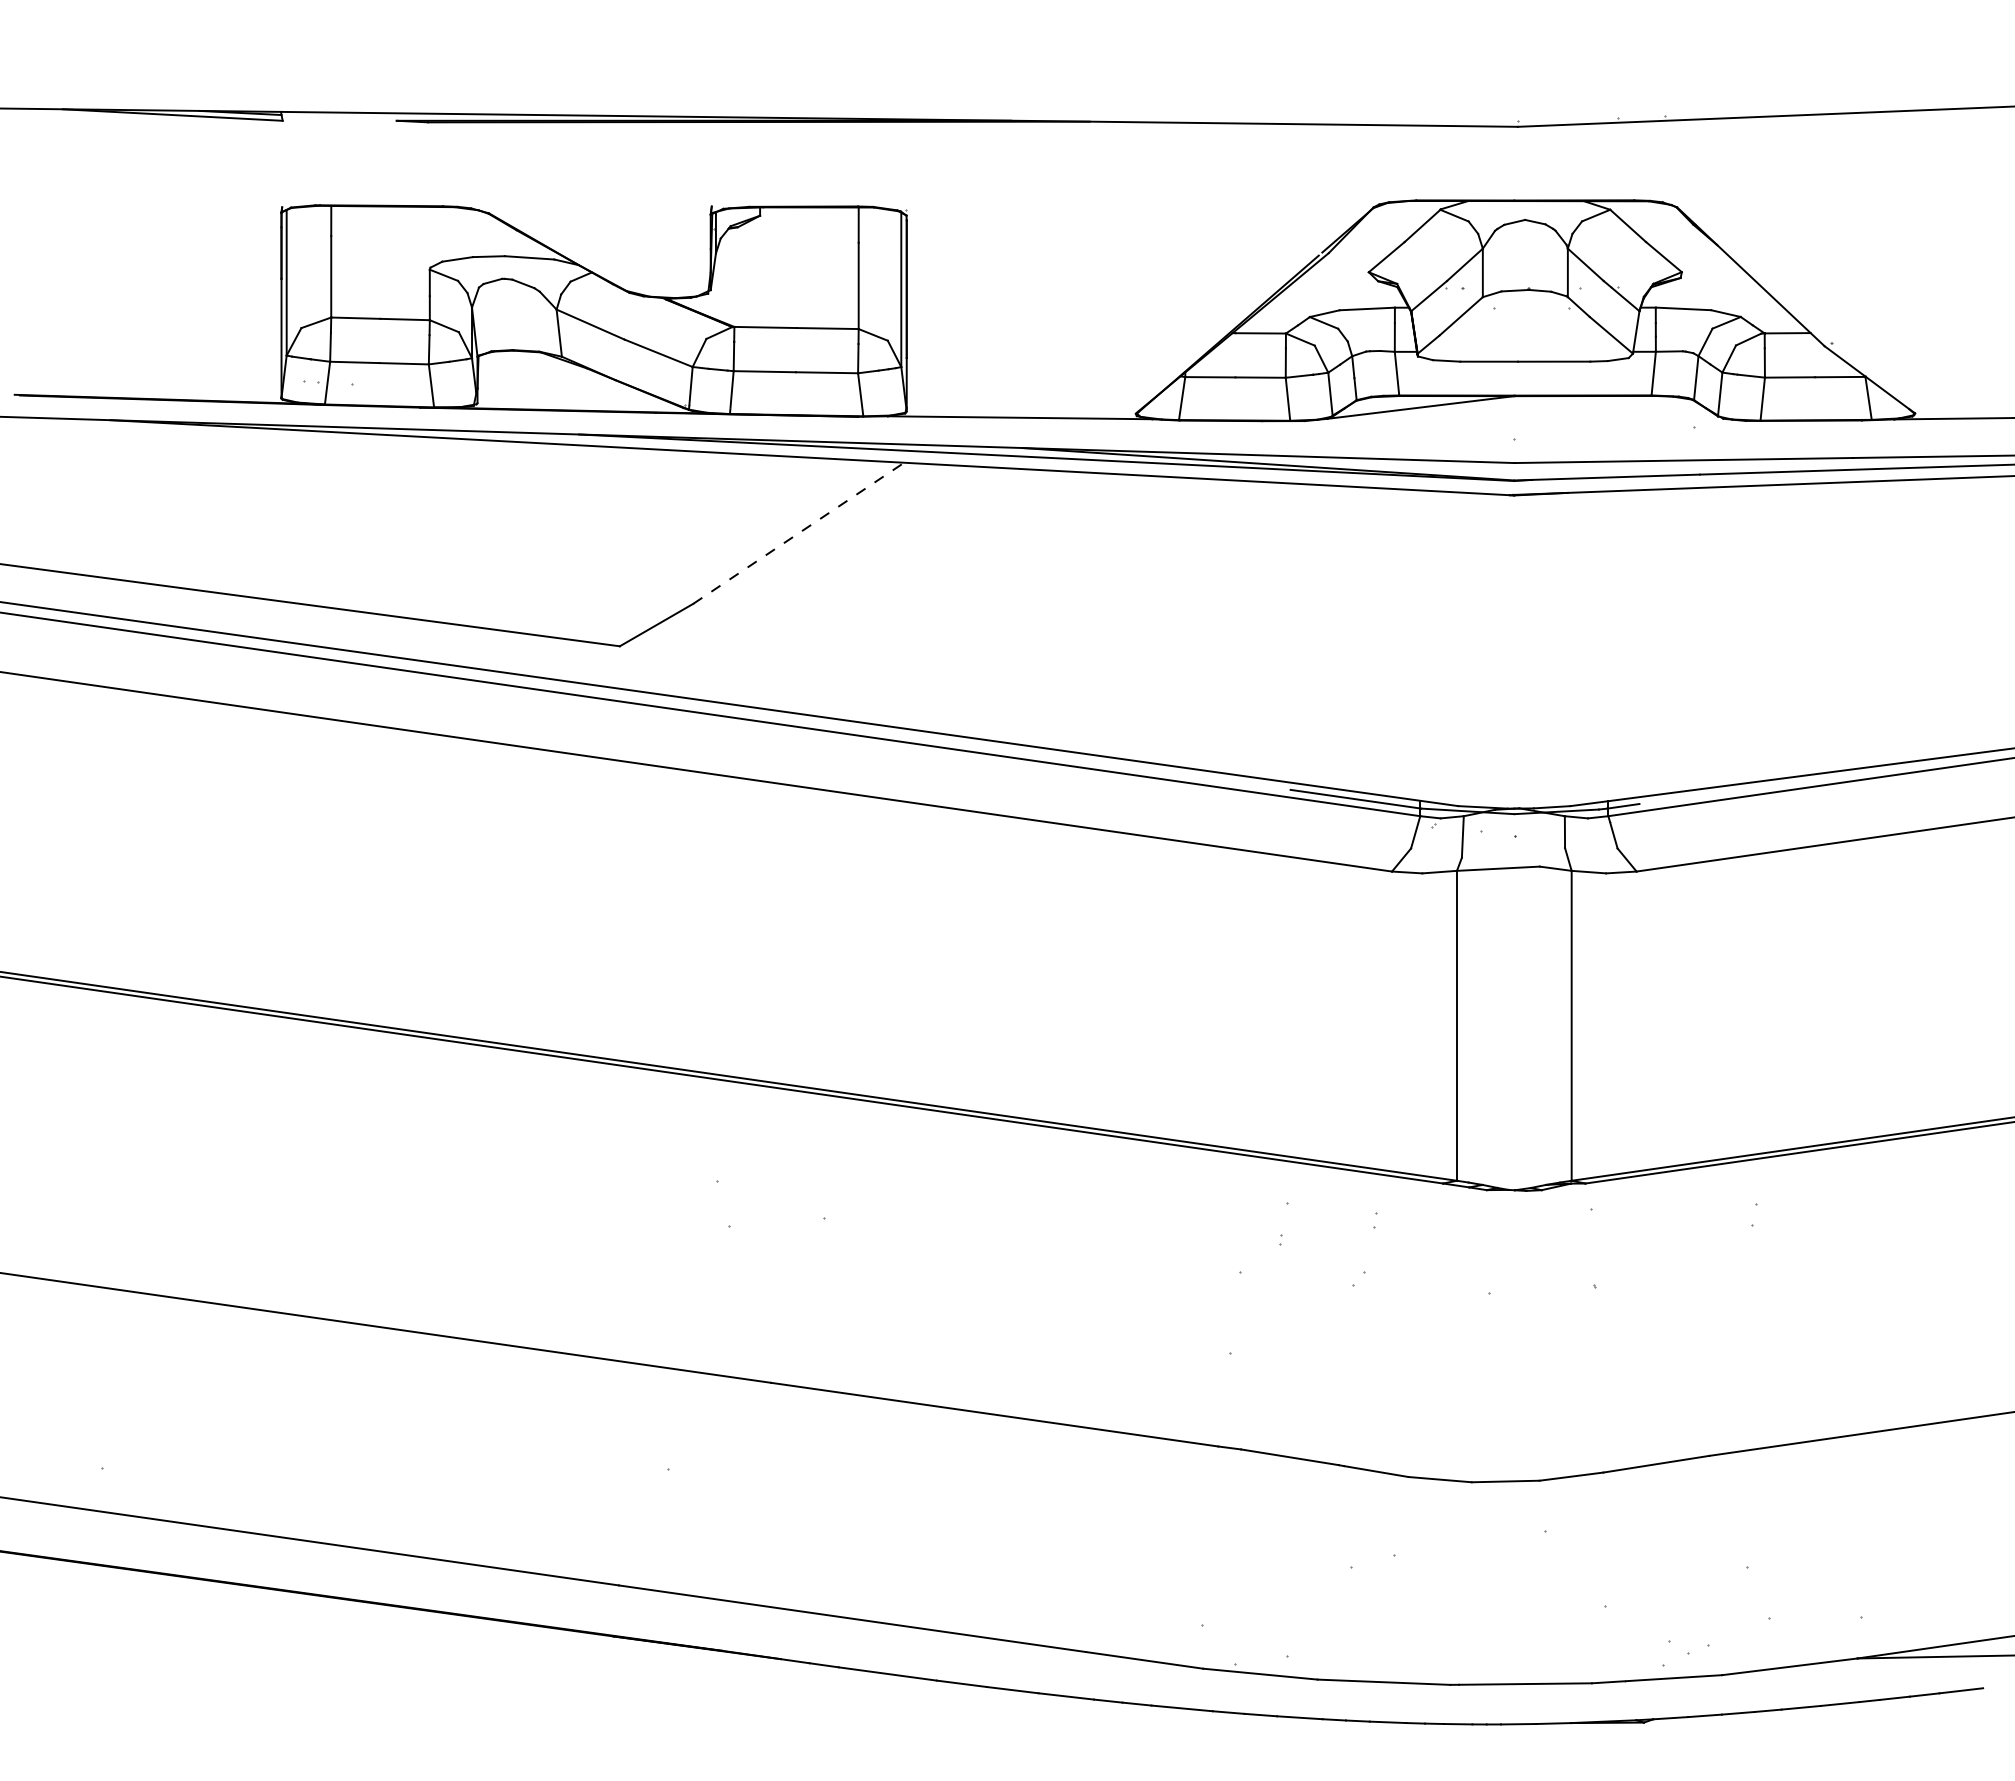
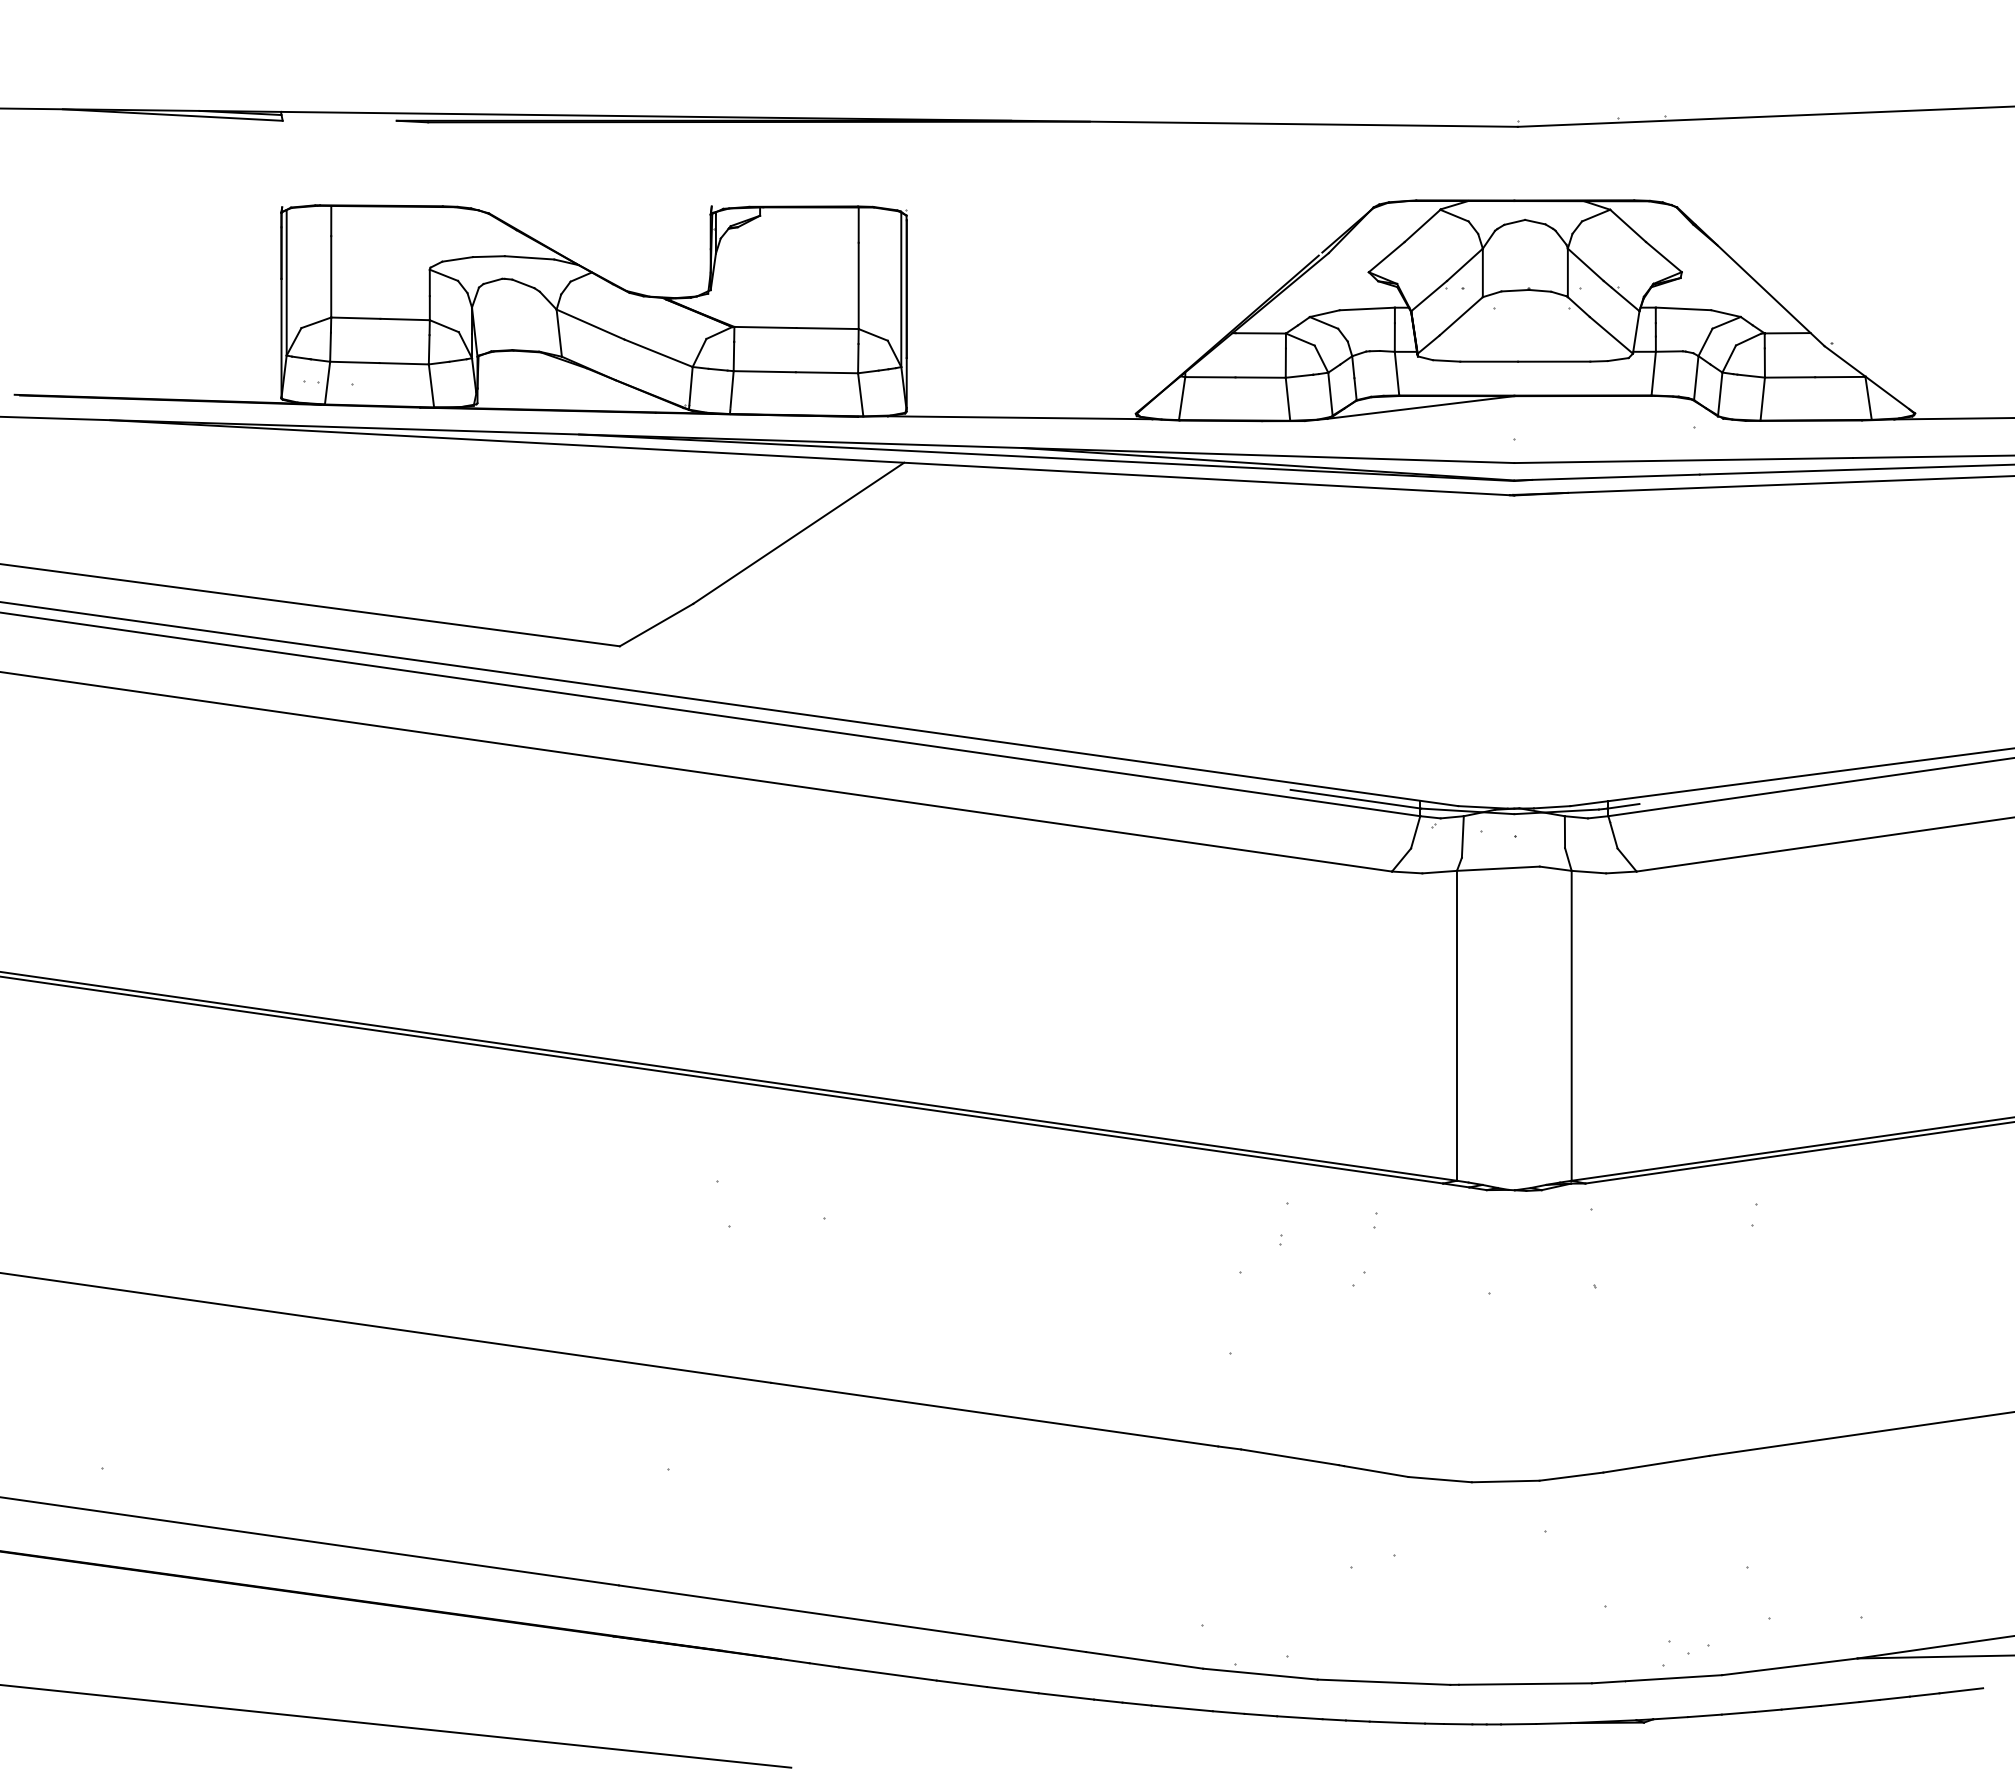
line at (798, 533): dashed -> solid
line at (396, 1726): none -> present
